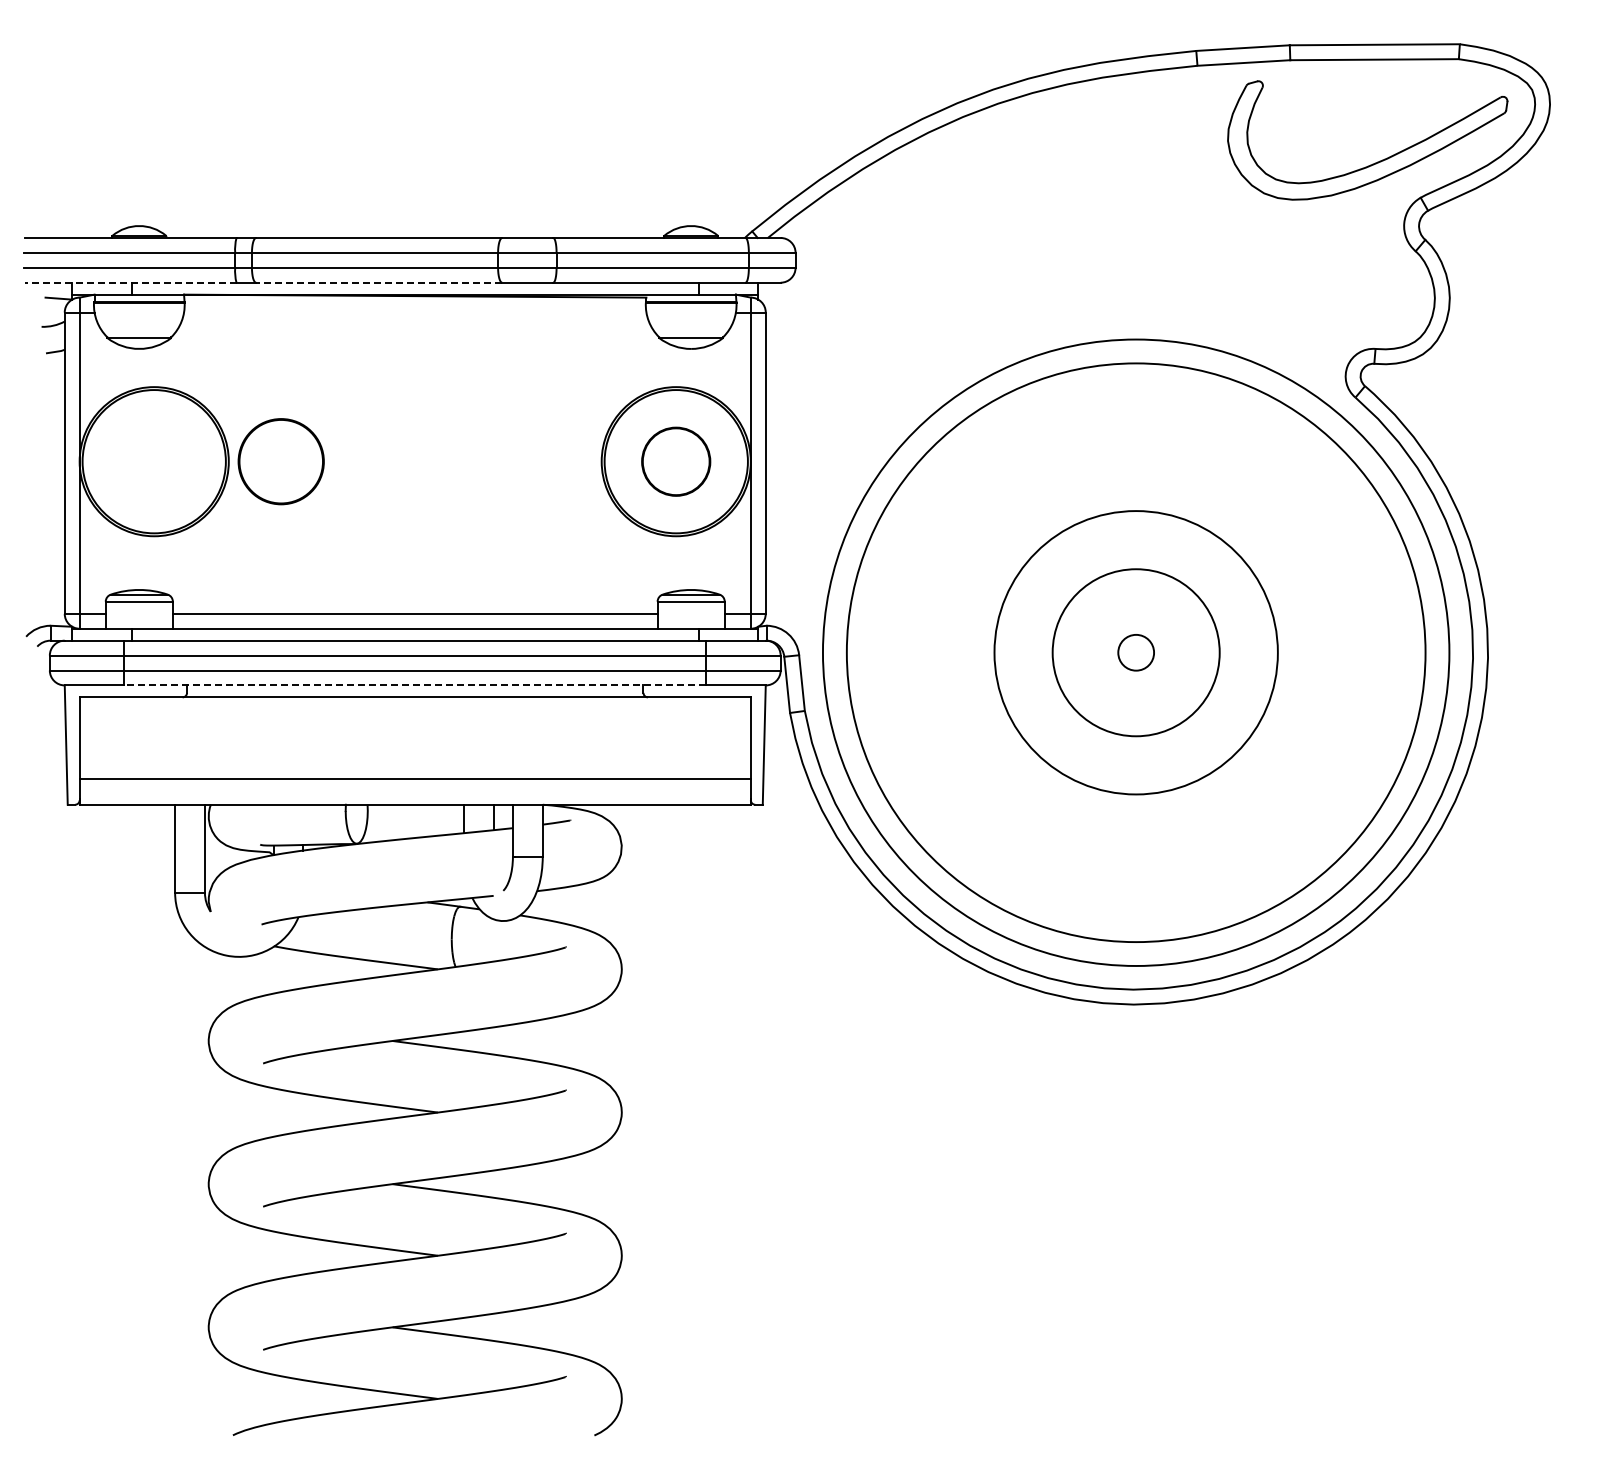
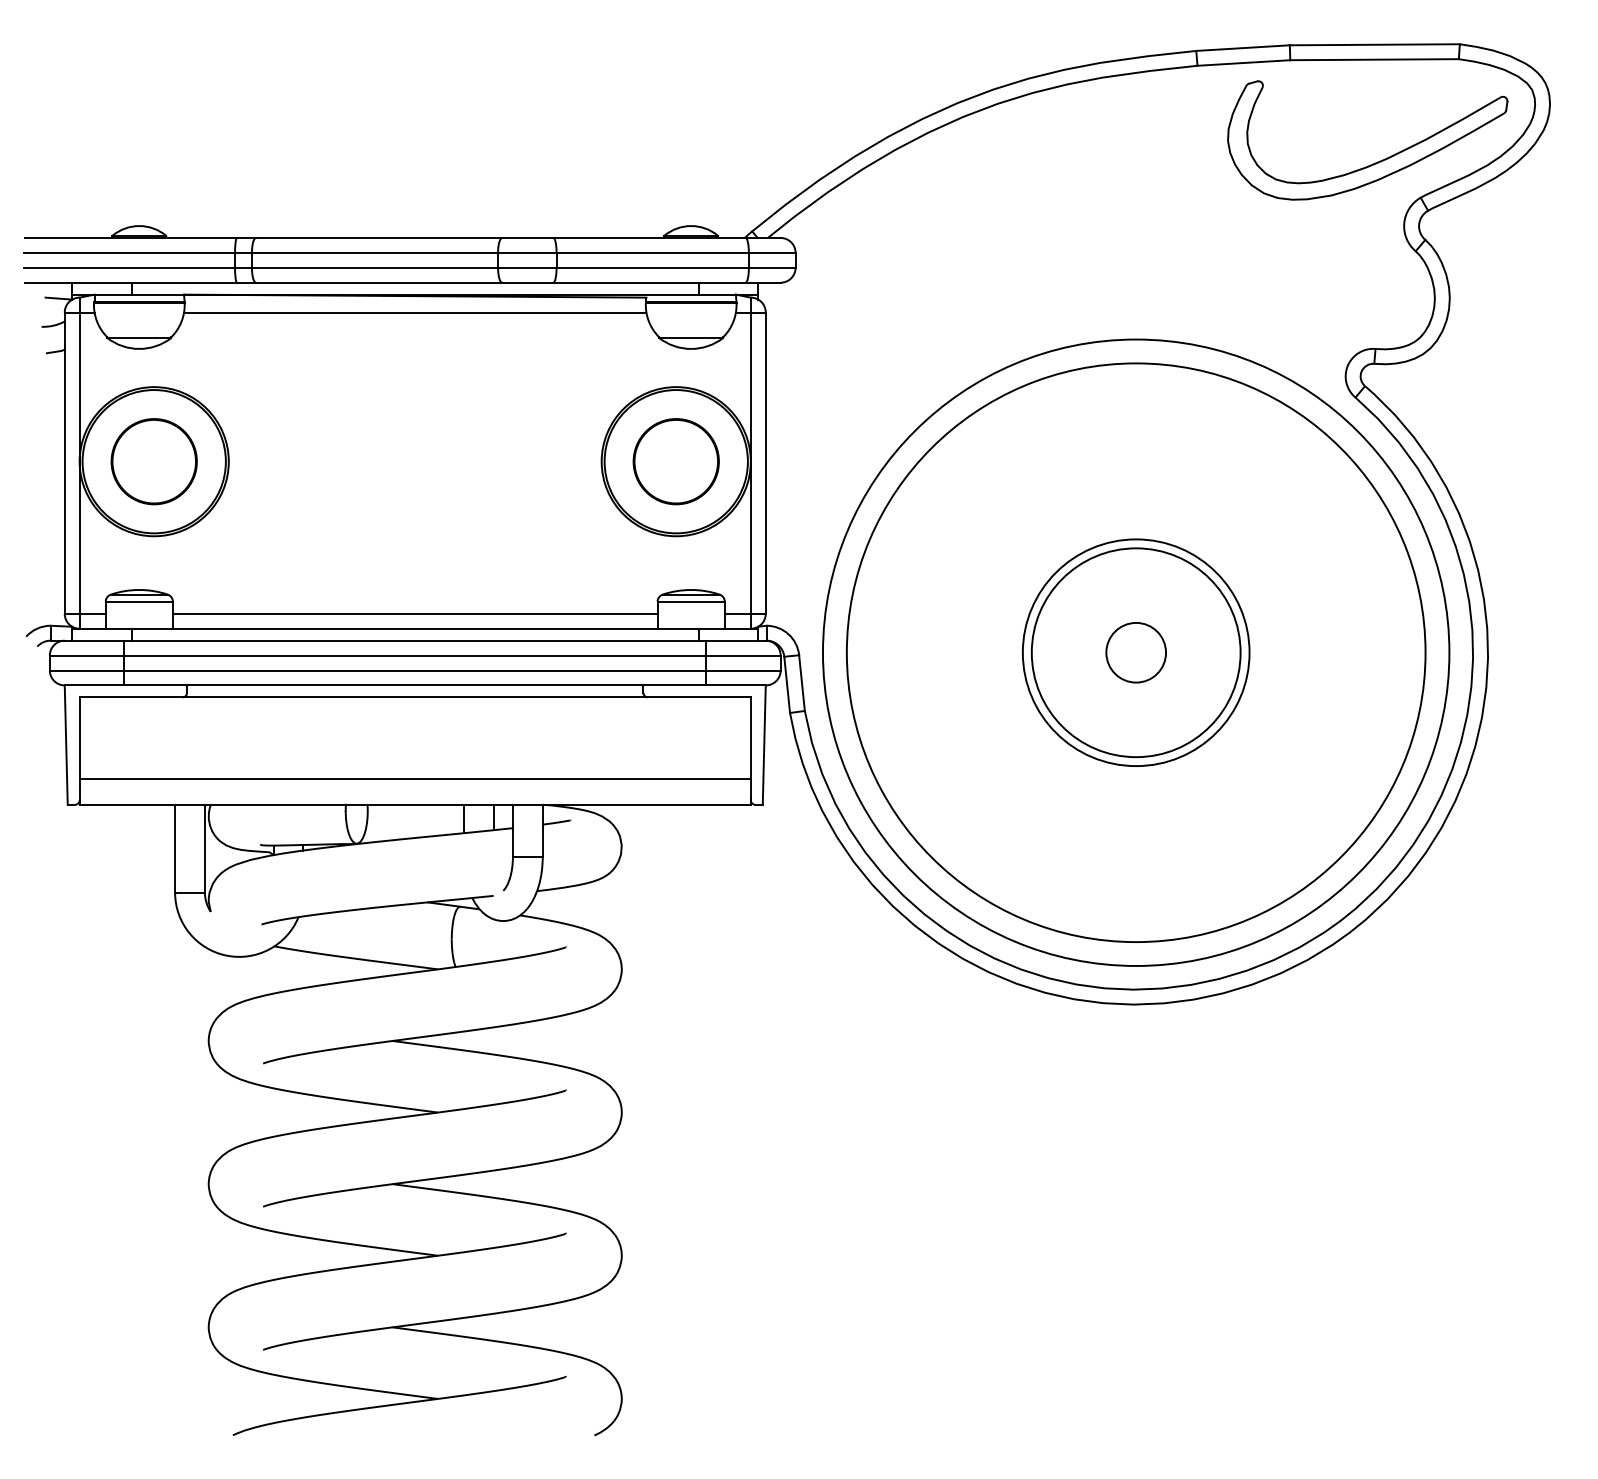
line at (130, 282): dashed -> solid
line at (378, 282): dashed -> solid
line at (415, 312): none -> present
circle at (280, 461) position: (280, 461) -> (153, 461)
circle at (676, 461) size: 71x71 px -> 88x88 px
circle at (1135, 652) diameter: 167 px -> 209 px
circle at (1135, 652) diameter: 283 px -> 227 px
circle at (1136, 652) diameter: 36 px -> 60 px
line at (415, 685): dashed -> solid
